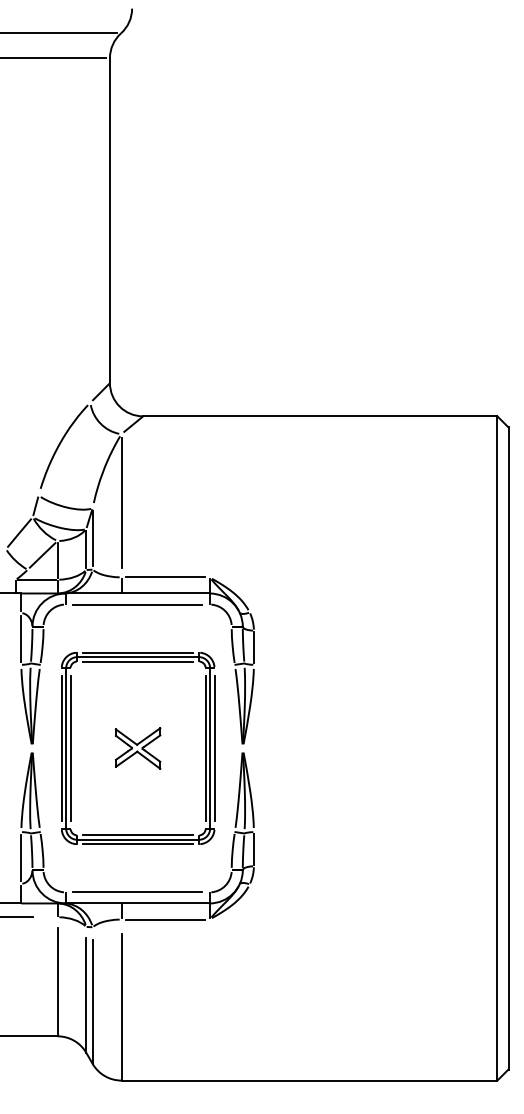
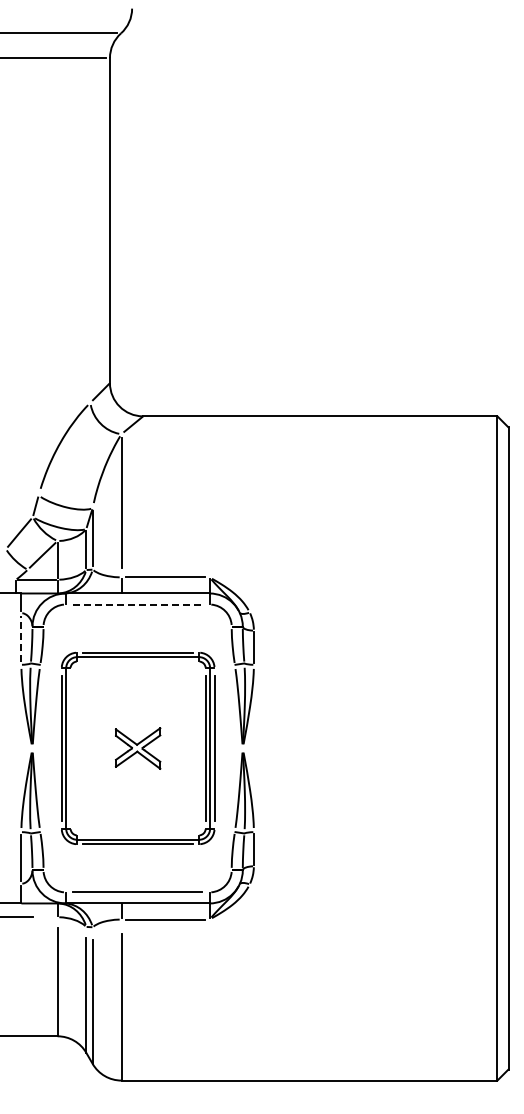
line at (137, 604): solid -> dashed
line at (21, 638): solid -> dashed
line at (137, 661): present -> none
line at (70, 748): present -> none
line at (137, 835): present -> none
